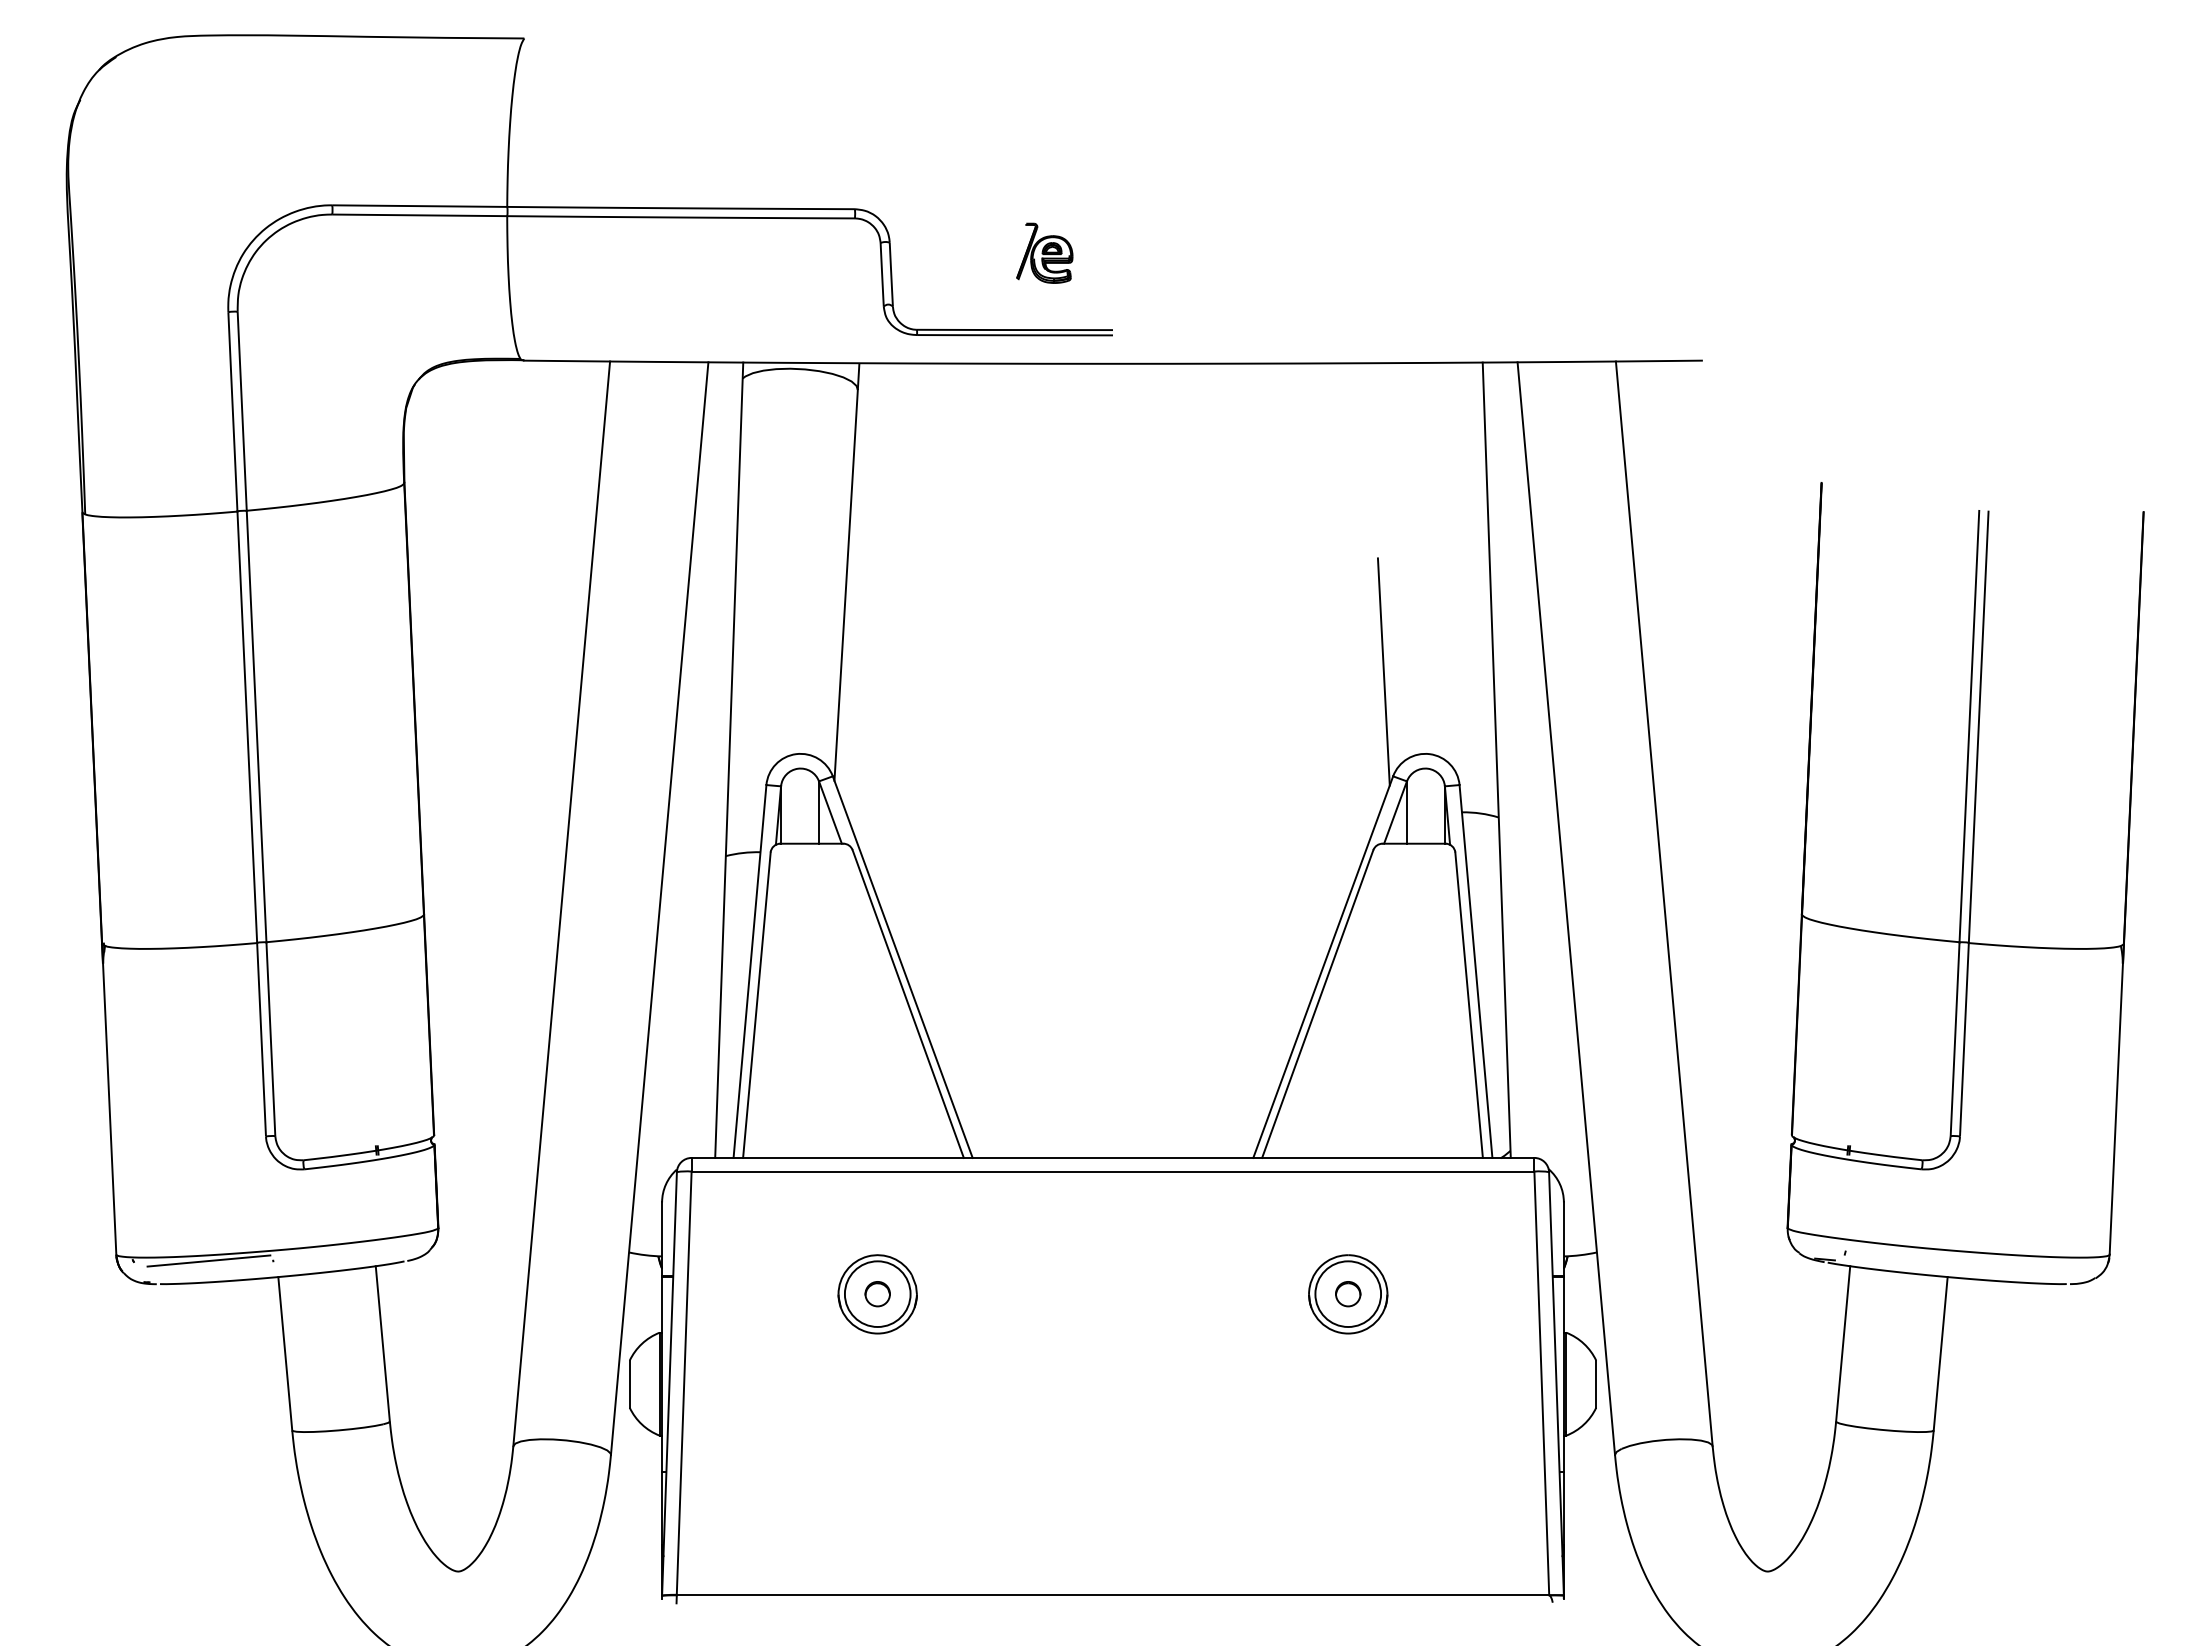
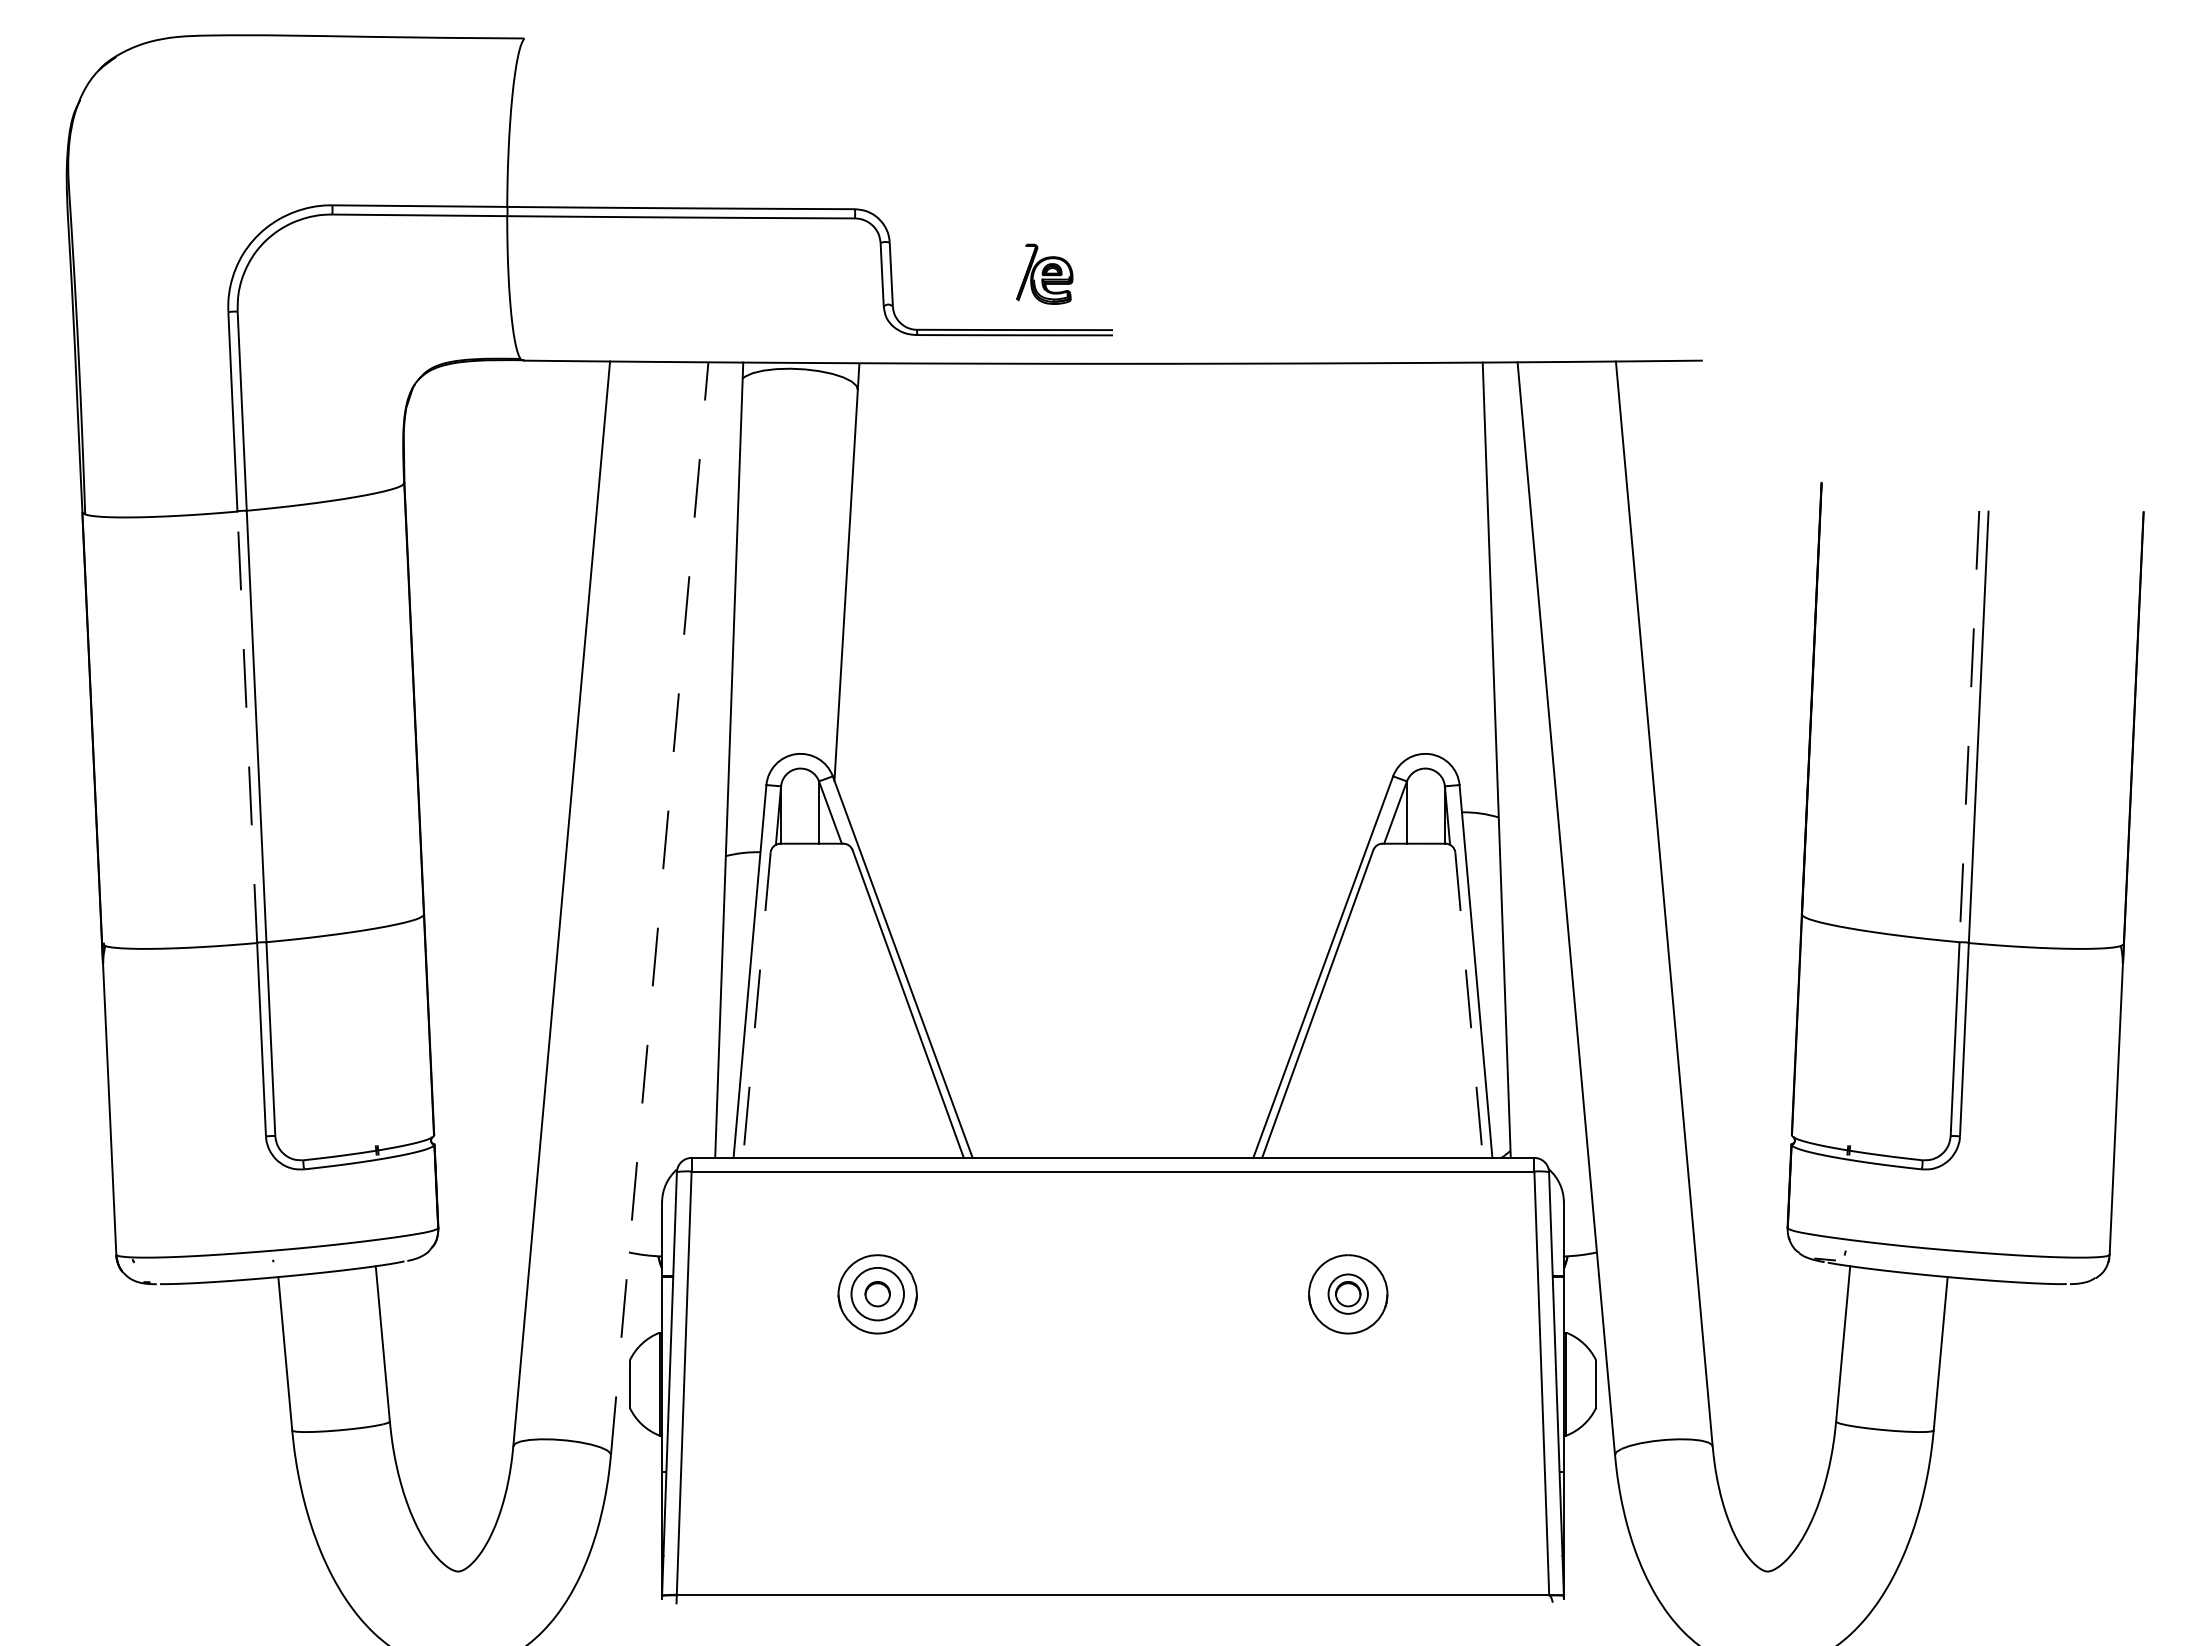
part at (1044, 252) position: (1044, 252) -> (1044, 273)
line at (1383, 671): present -> none
line at (1969, 726): solid -> dashed
line at (247, 727): solid -> dashed
line at (659, 908): solid -> dashed
line at (756, 1005): solid -> dashed
line at (1469, 1005): solid -> dashed
line at (208, 1260): present -> none
circle at (877, 1293) diameter: 66 px -> 53 px
circle at (1348, 1293) diameter: 66 px -> 39 px
